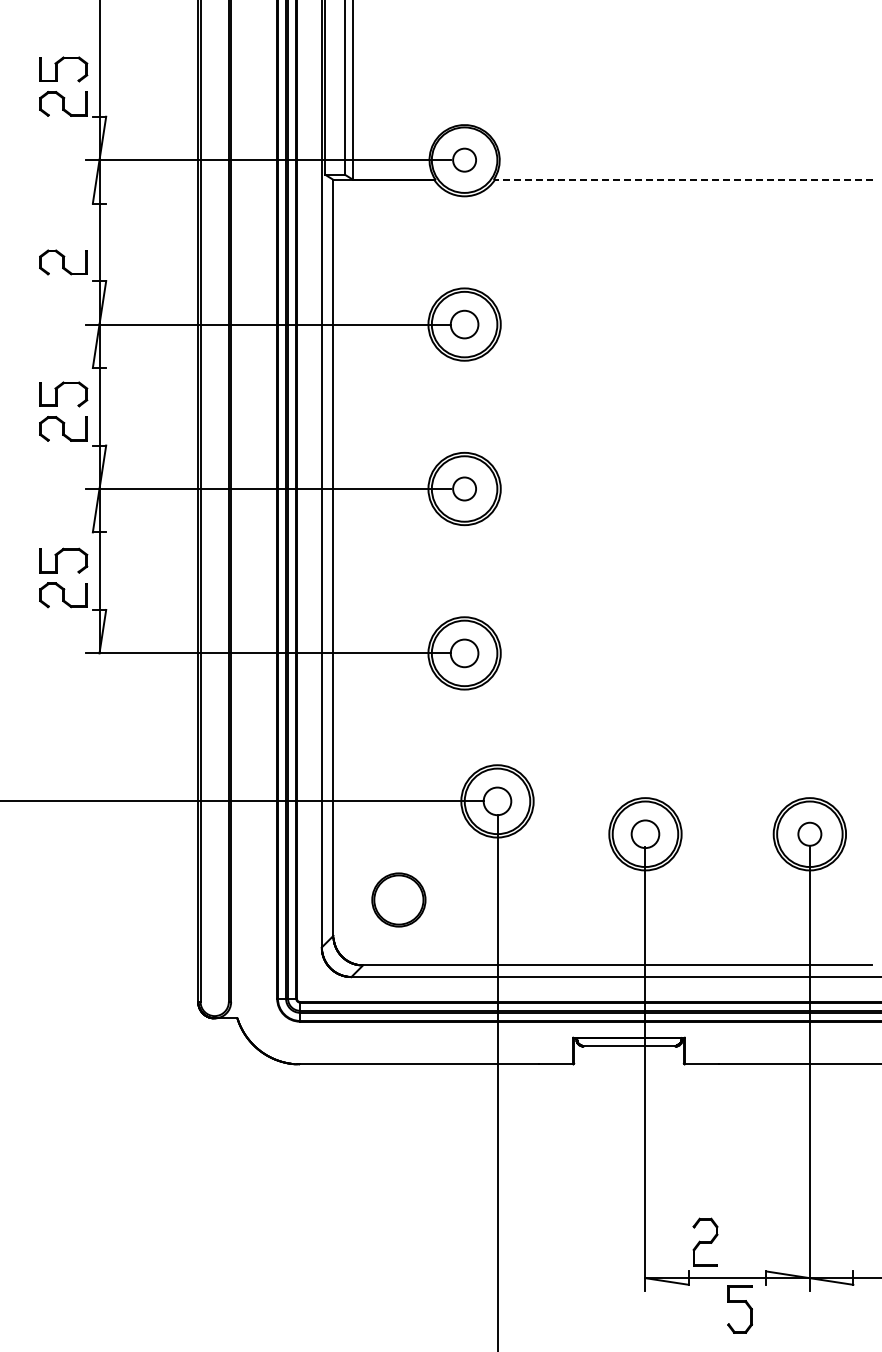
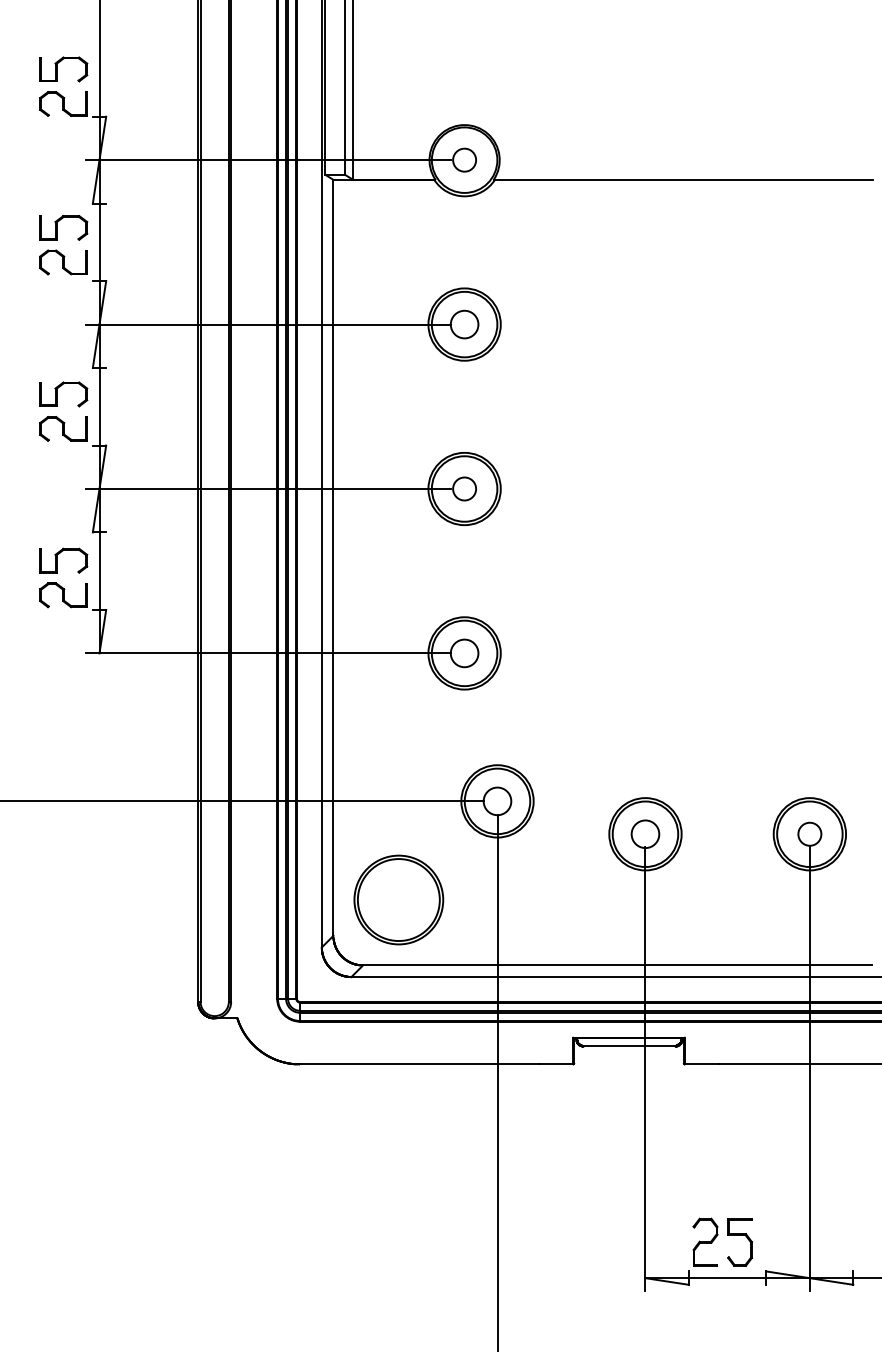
line at (682, 179): dashed -> solid
part at (63, 227): none -> present
part at (398, 899) size: 56x56 px -> 92x92 px
part at (739, 1302) position: (739, 1302) -> (739, 1235)
